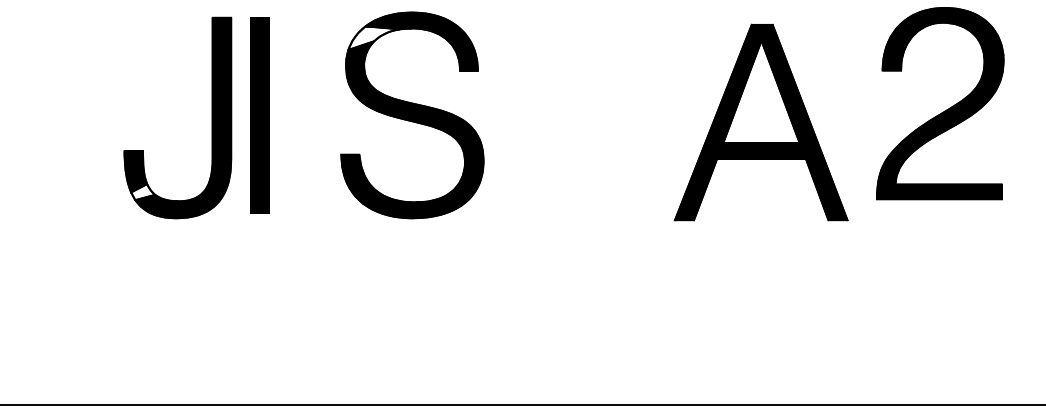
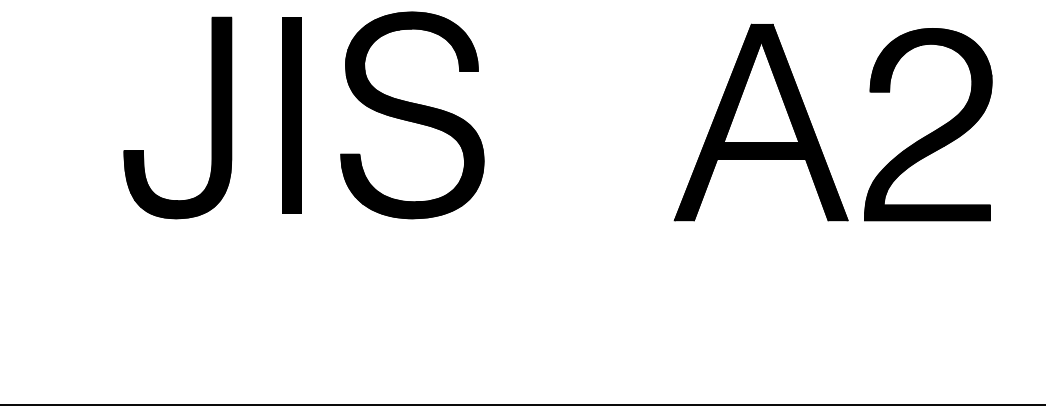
fill at (373, 37): none -> present
part at (944, 110) position: (944, 110) -> (932, 131)
part at (259, 115) position: (259, 115) -> (291, 115)
fill at (143, 192): none -> present
